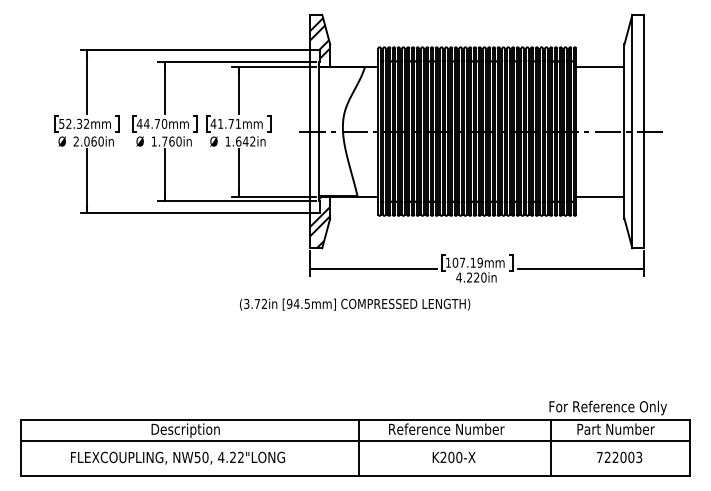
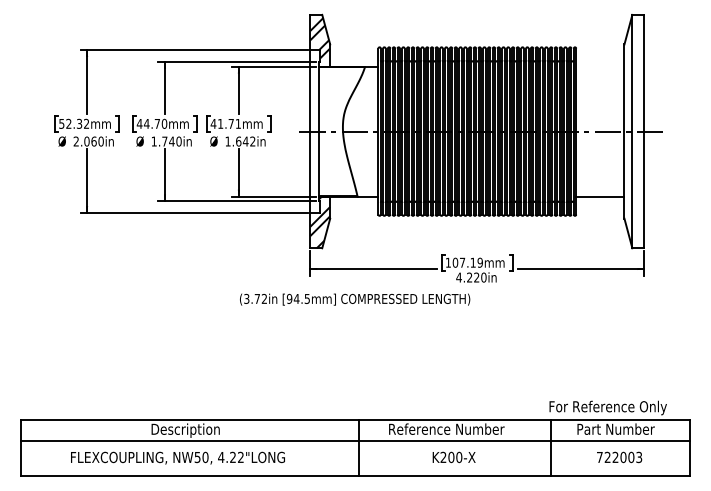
line at (600, 66): present -> none
text at (171, 141): 1.760in -> 1.740in
text at (355, 304) position: (355, 304) -> (355, 299)
